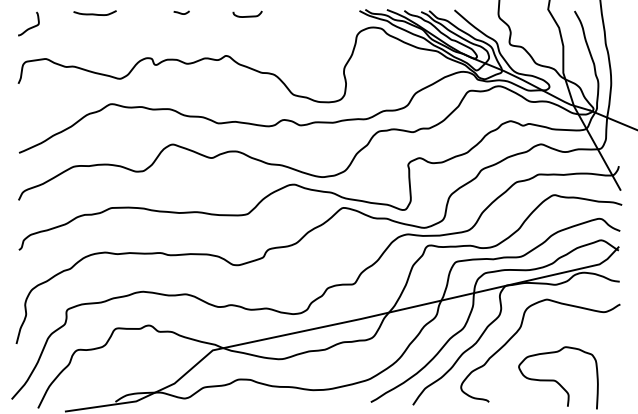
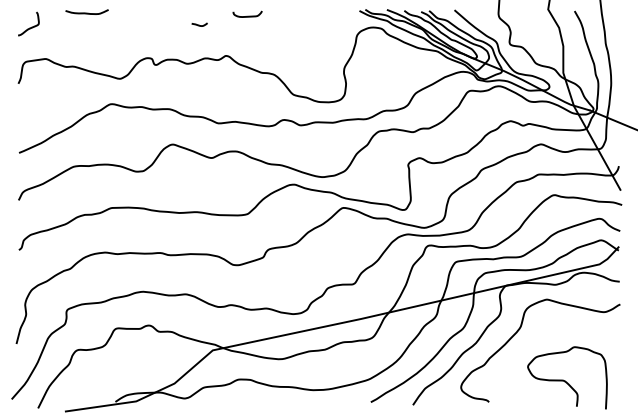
curve at (181, 12) position: (181, 12) -> (199, 24)
curve at (94, 13) position: (94, 13) -> (86, 12)
curve at (556, 380) position: (556, 380) -> (565, 380)
